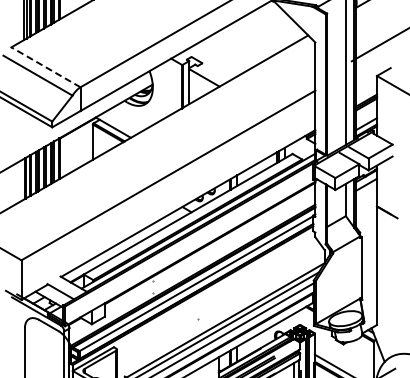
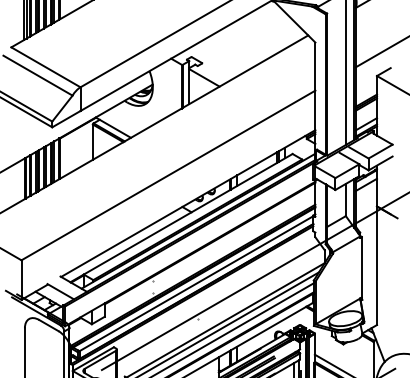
line at (378, 45) position: (378, 45) -> (380, 52)
line at (45, 67): dashed -> solid
line at (253, 282): none -> present
